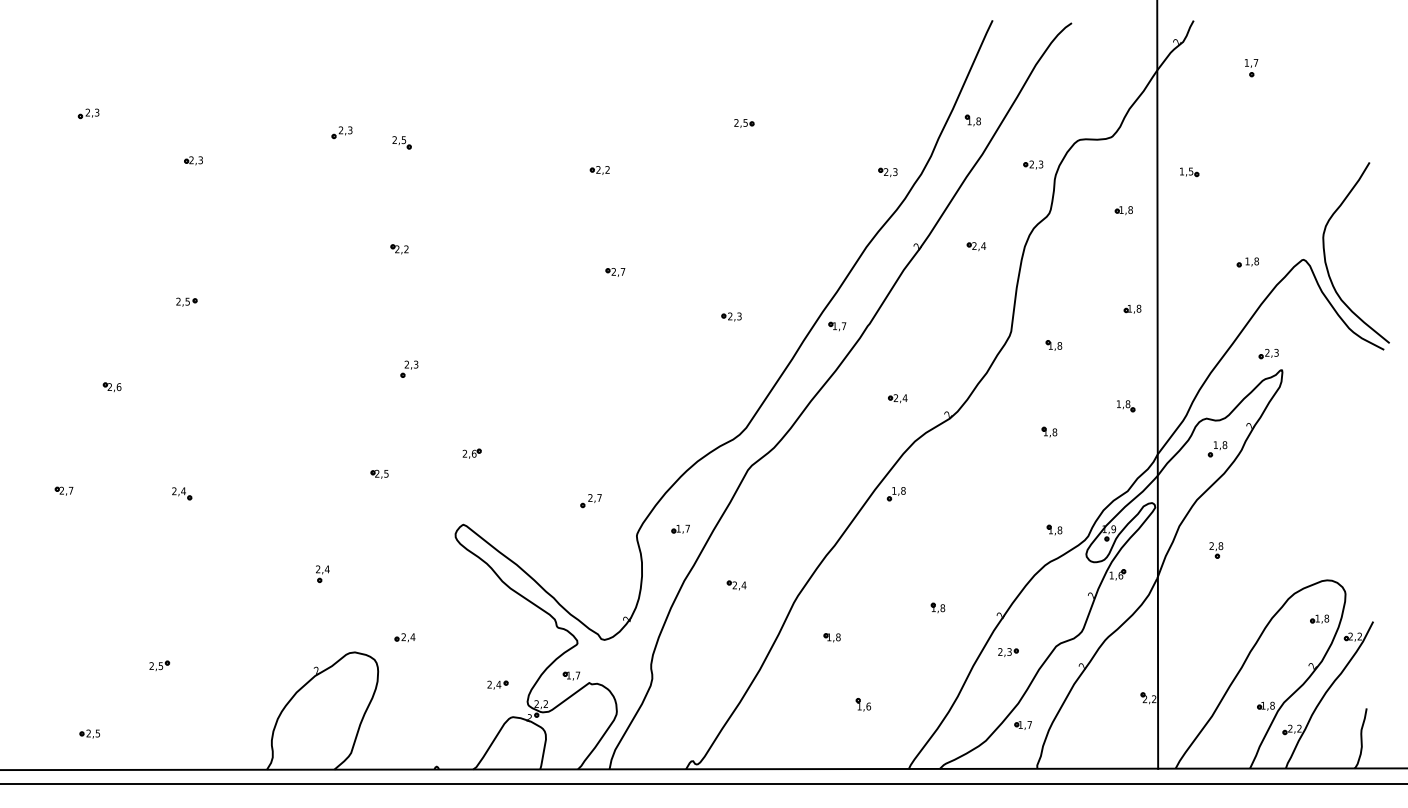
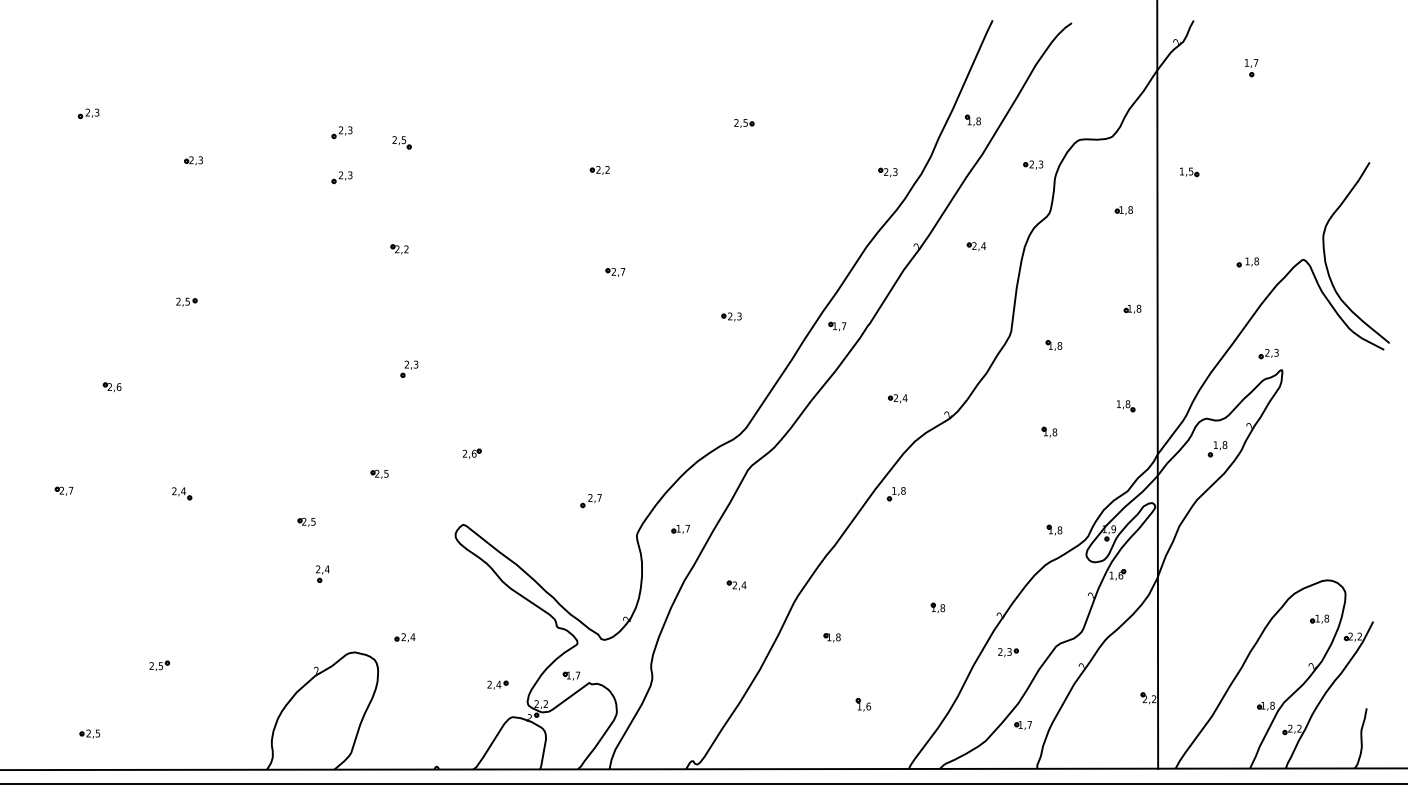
part at (341, 177): none -> present
part at (306, 521): none -> present
part at (1216, 550): present -> none
